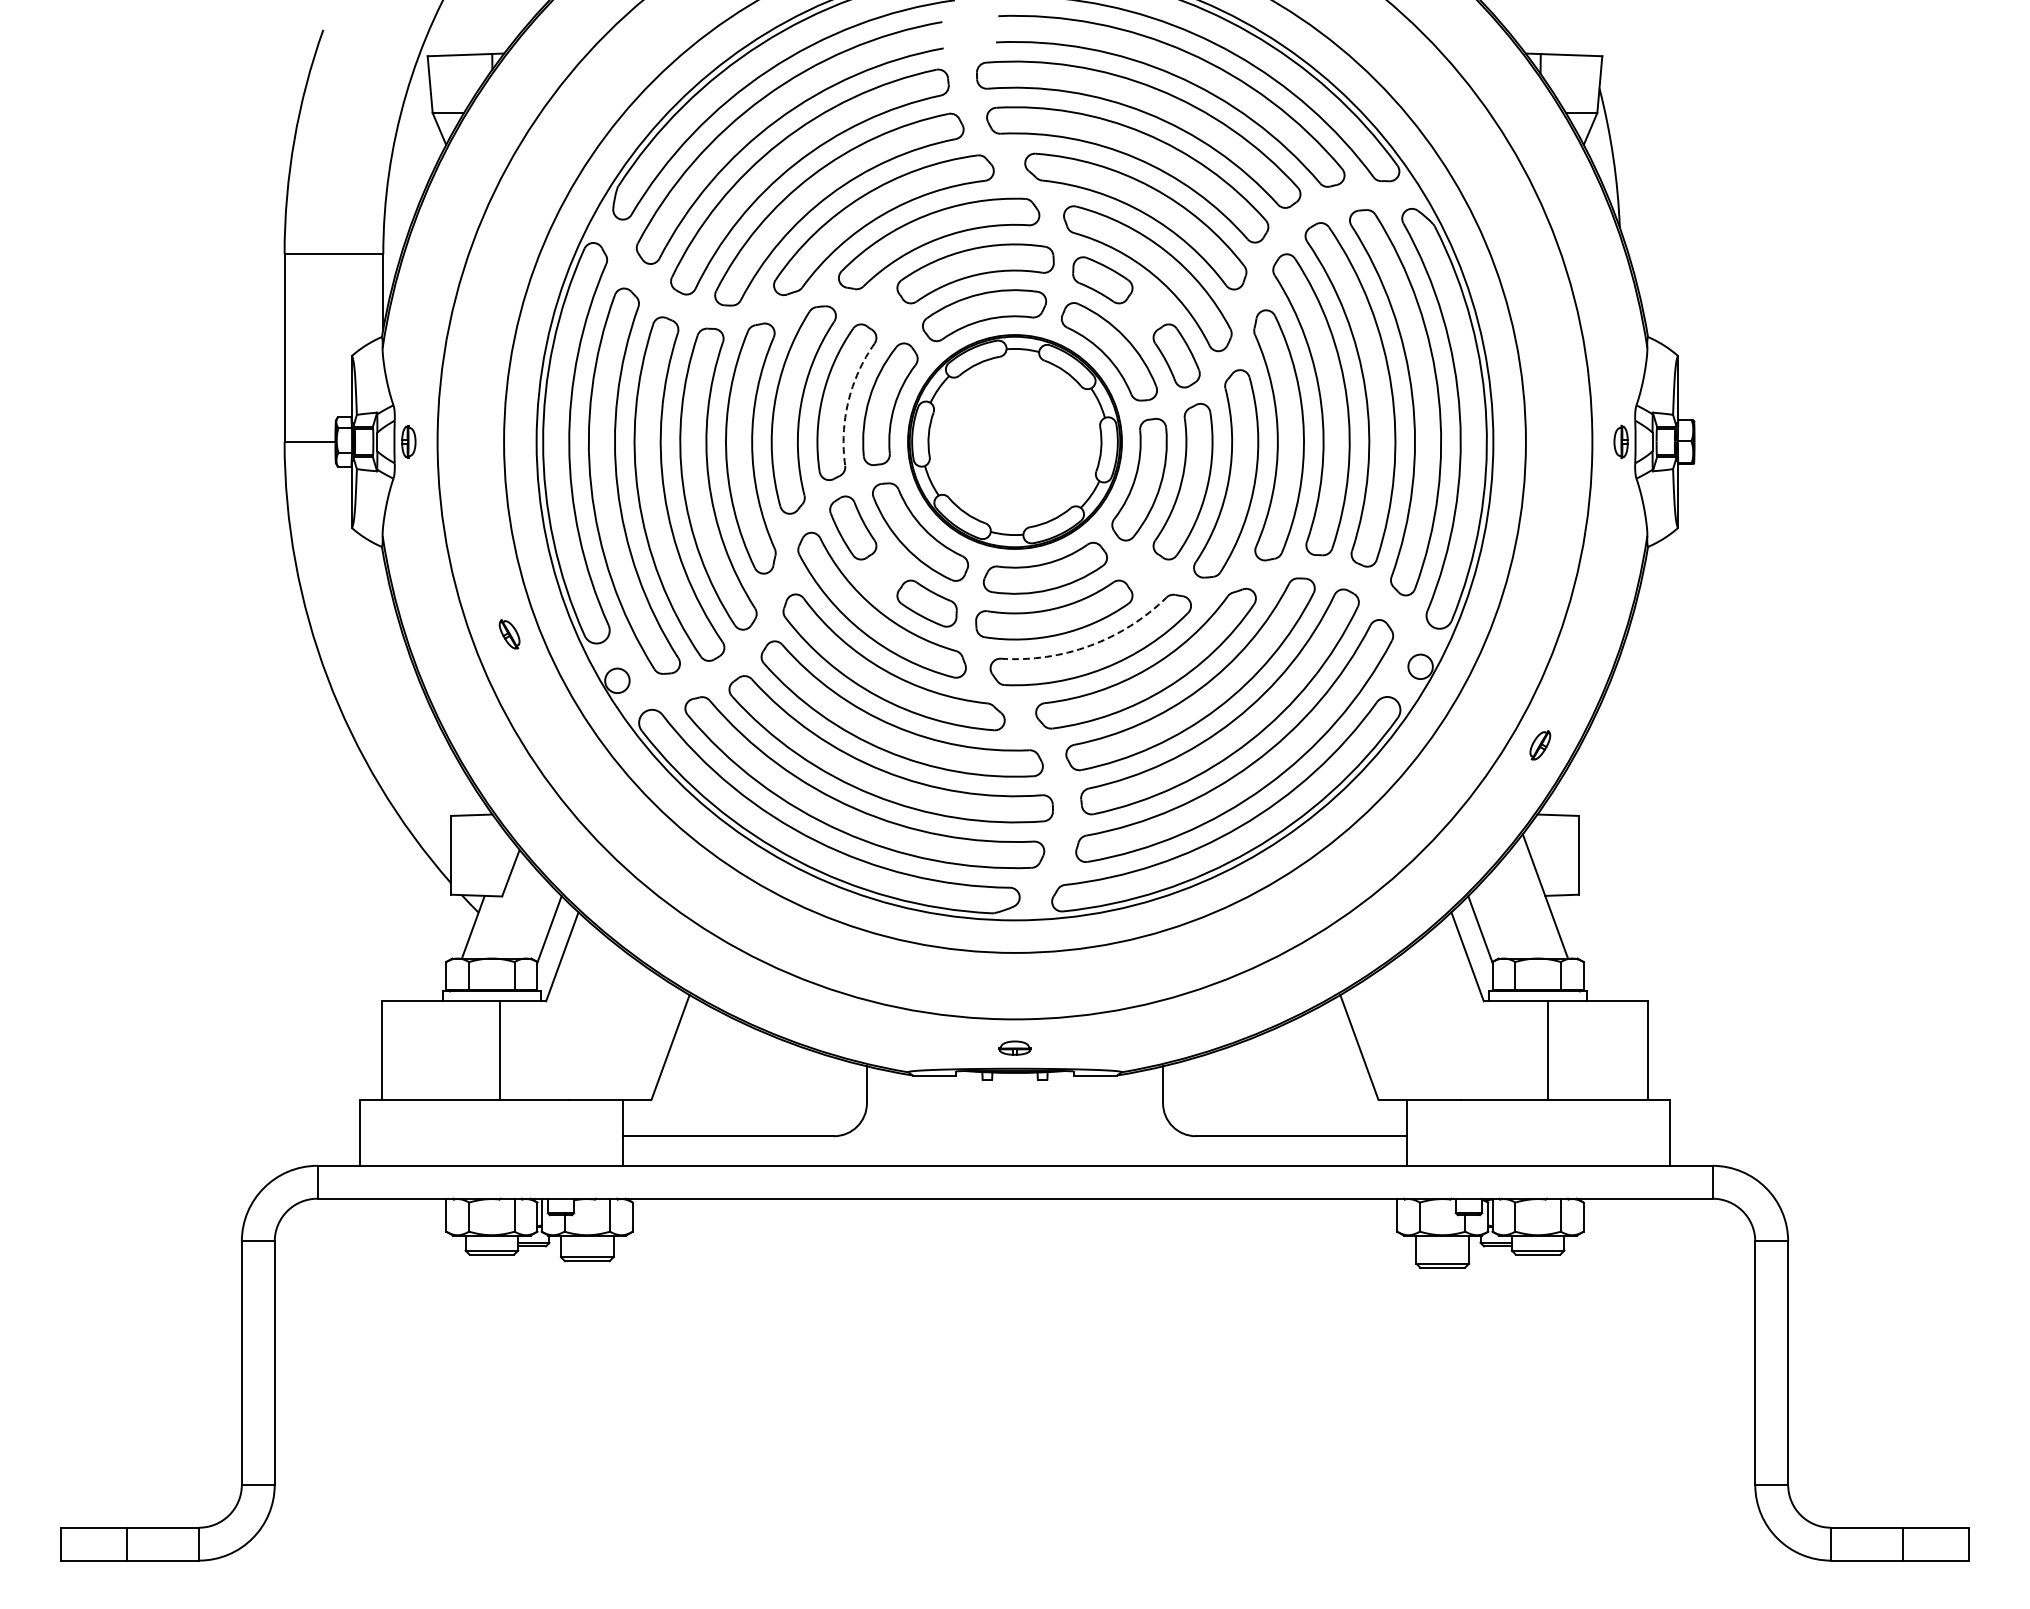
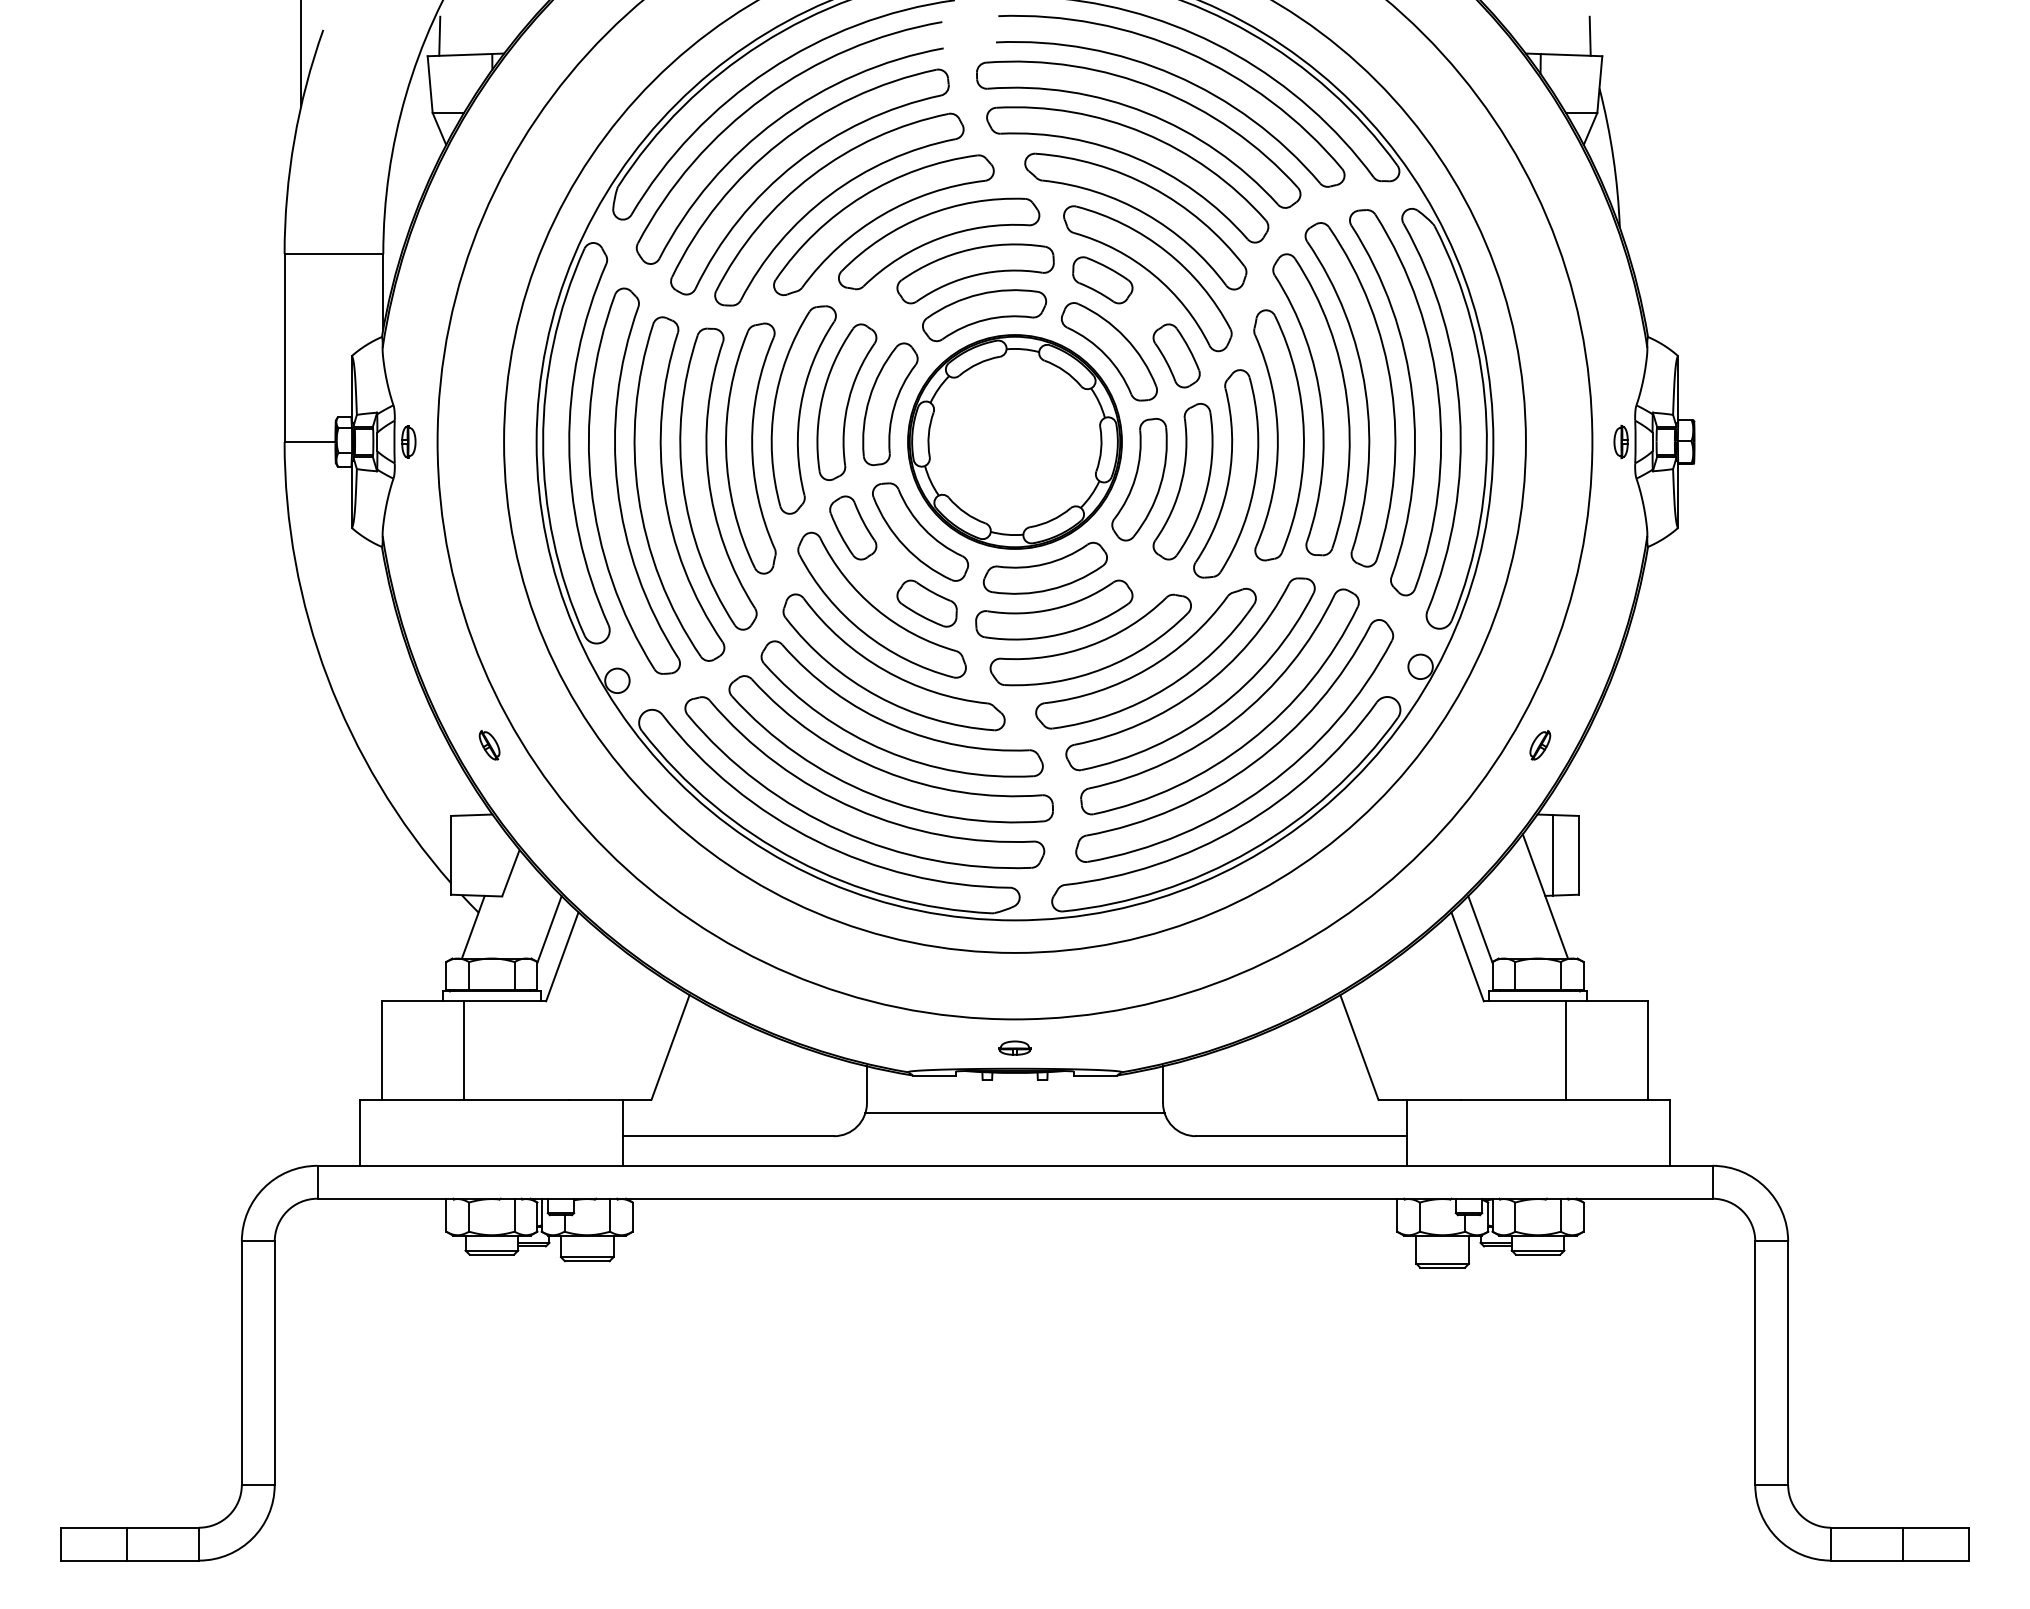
line at (439, 35): none -> present
line at (1589, 35): none -> present
line at (301, 54): none -> present
arc at (848, 401): dashed -> solid
part at (509, 634) position: (509, 634) -> (489, 745)
arc at (1090, 645): dashed -> solid
line at (1552, 855): none -> present
line at (499, 1050) position: (499, 1050) -> (463, 1050)
line at (1548, 1050) position: (1548, 1050) -> (1566, 1050)
line at (1014, 1113): none -> present
